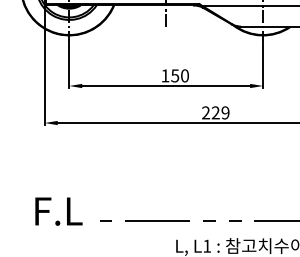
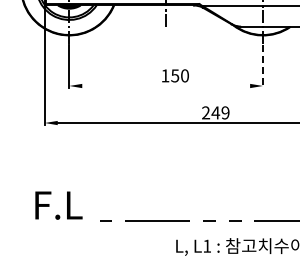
line at (263, 66): solid -> dashed
line at (166, 85): present -> none
text at (215, 112): 229 -> 249
text at (58, 211) position: (58, 211) -> (58, 205)
